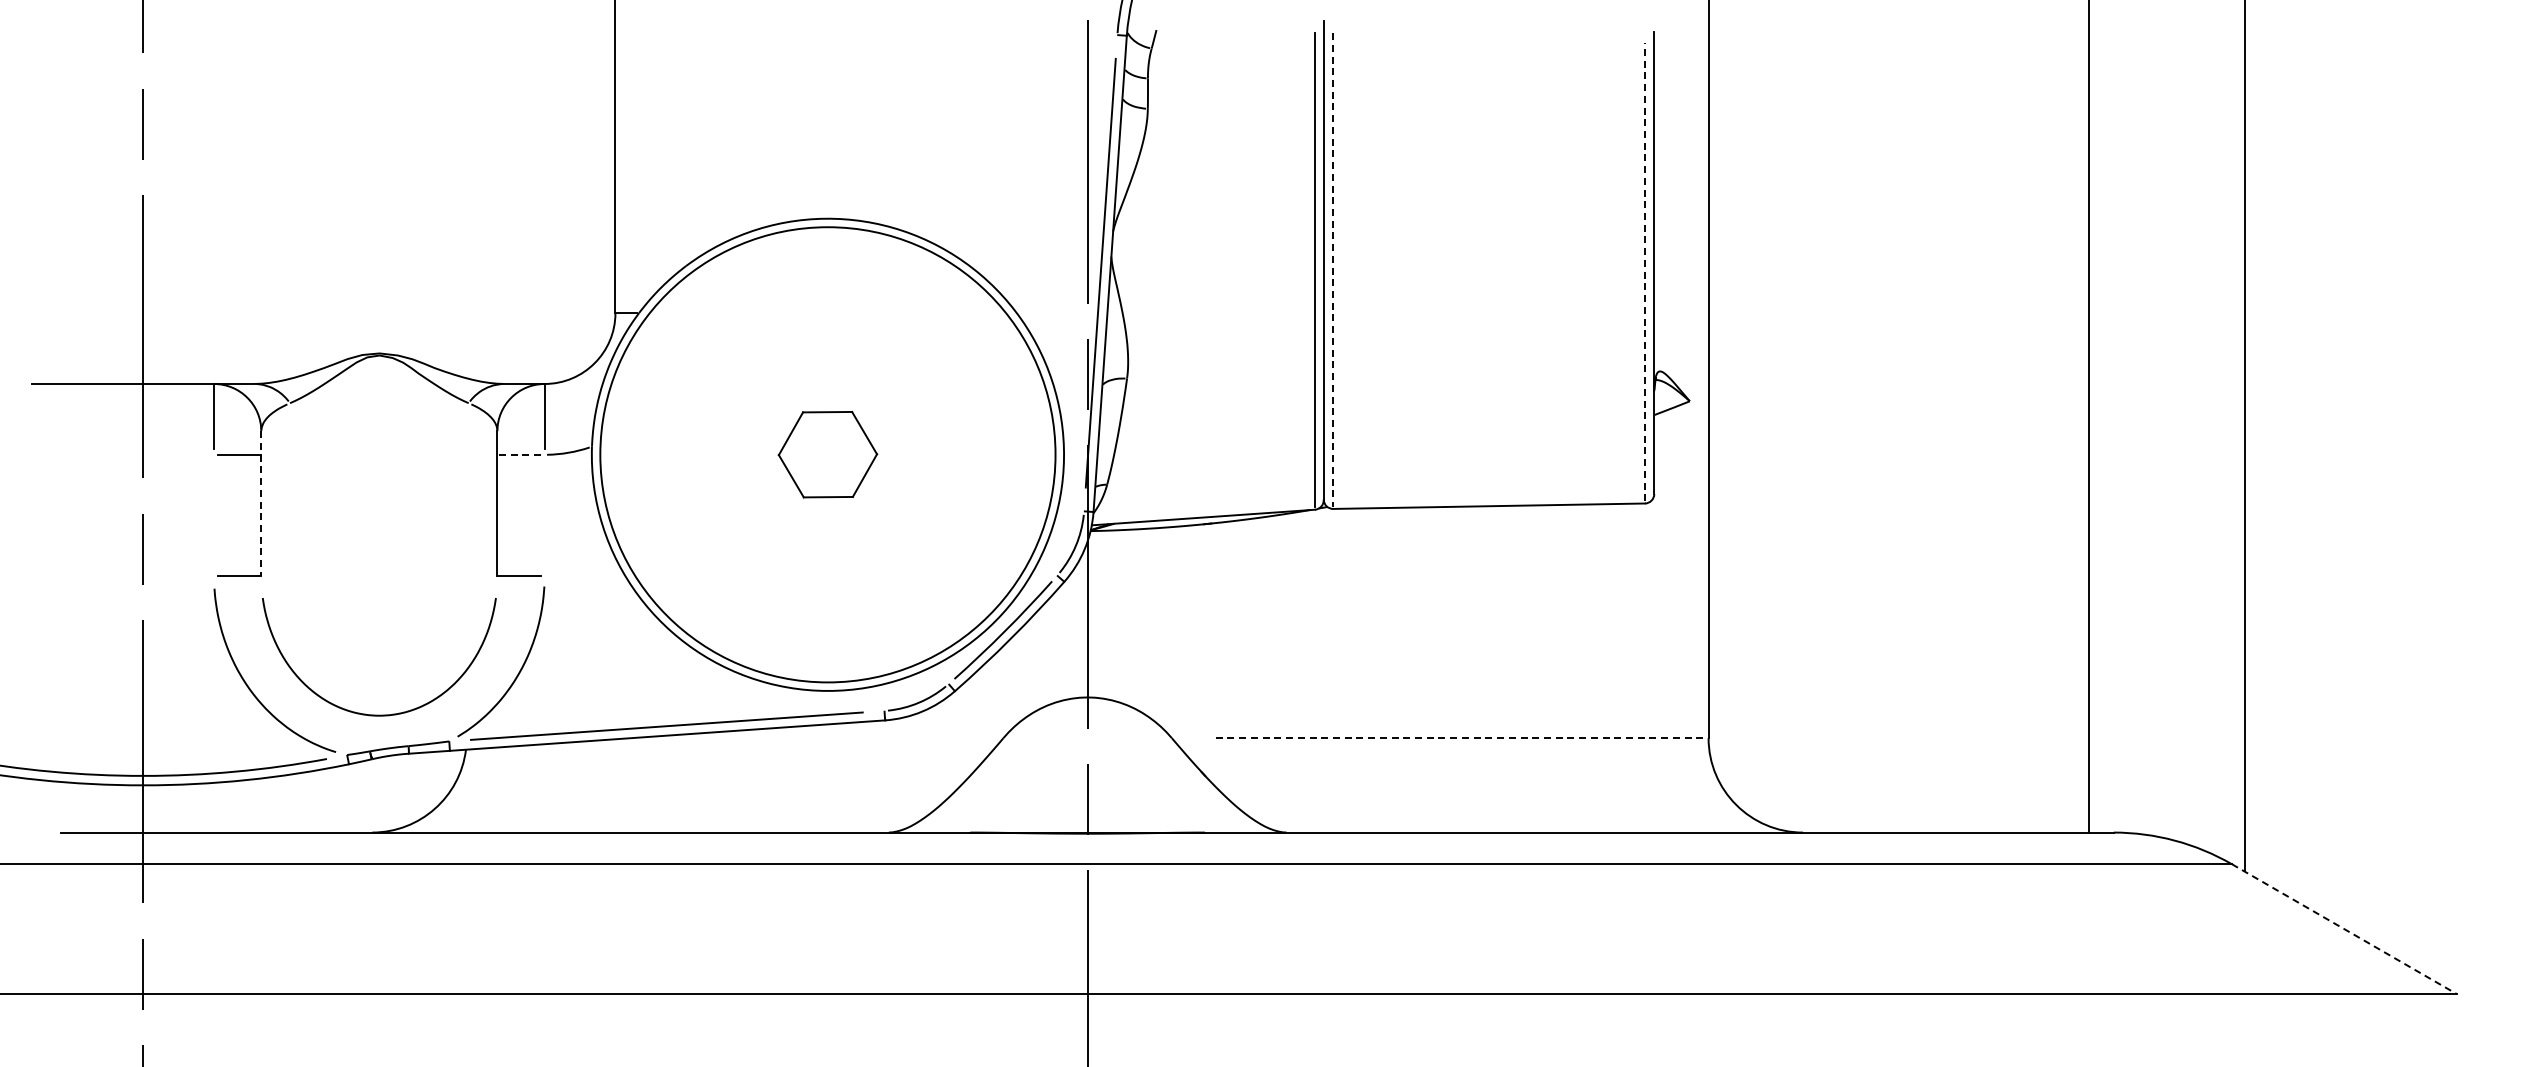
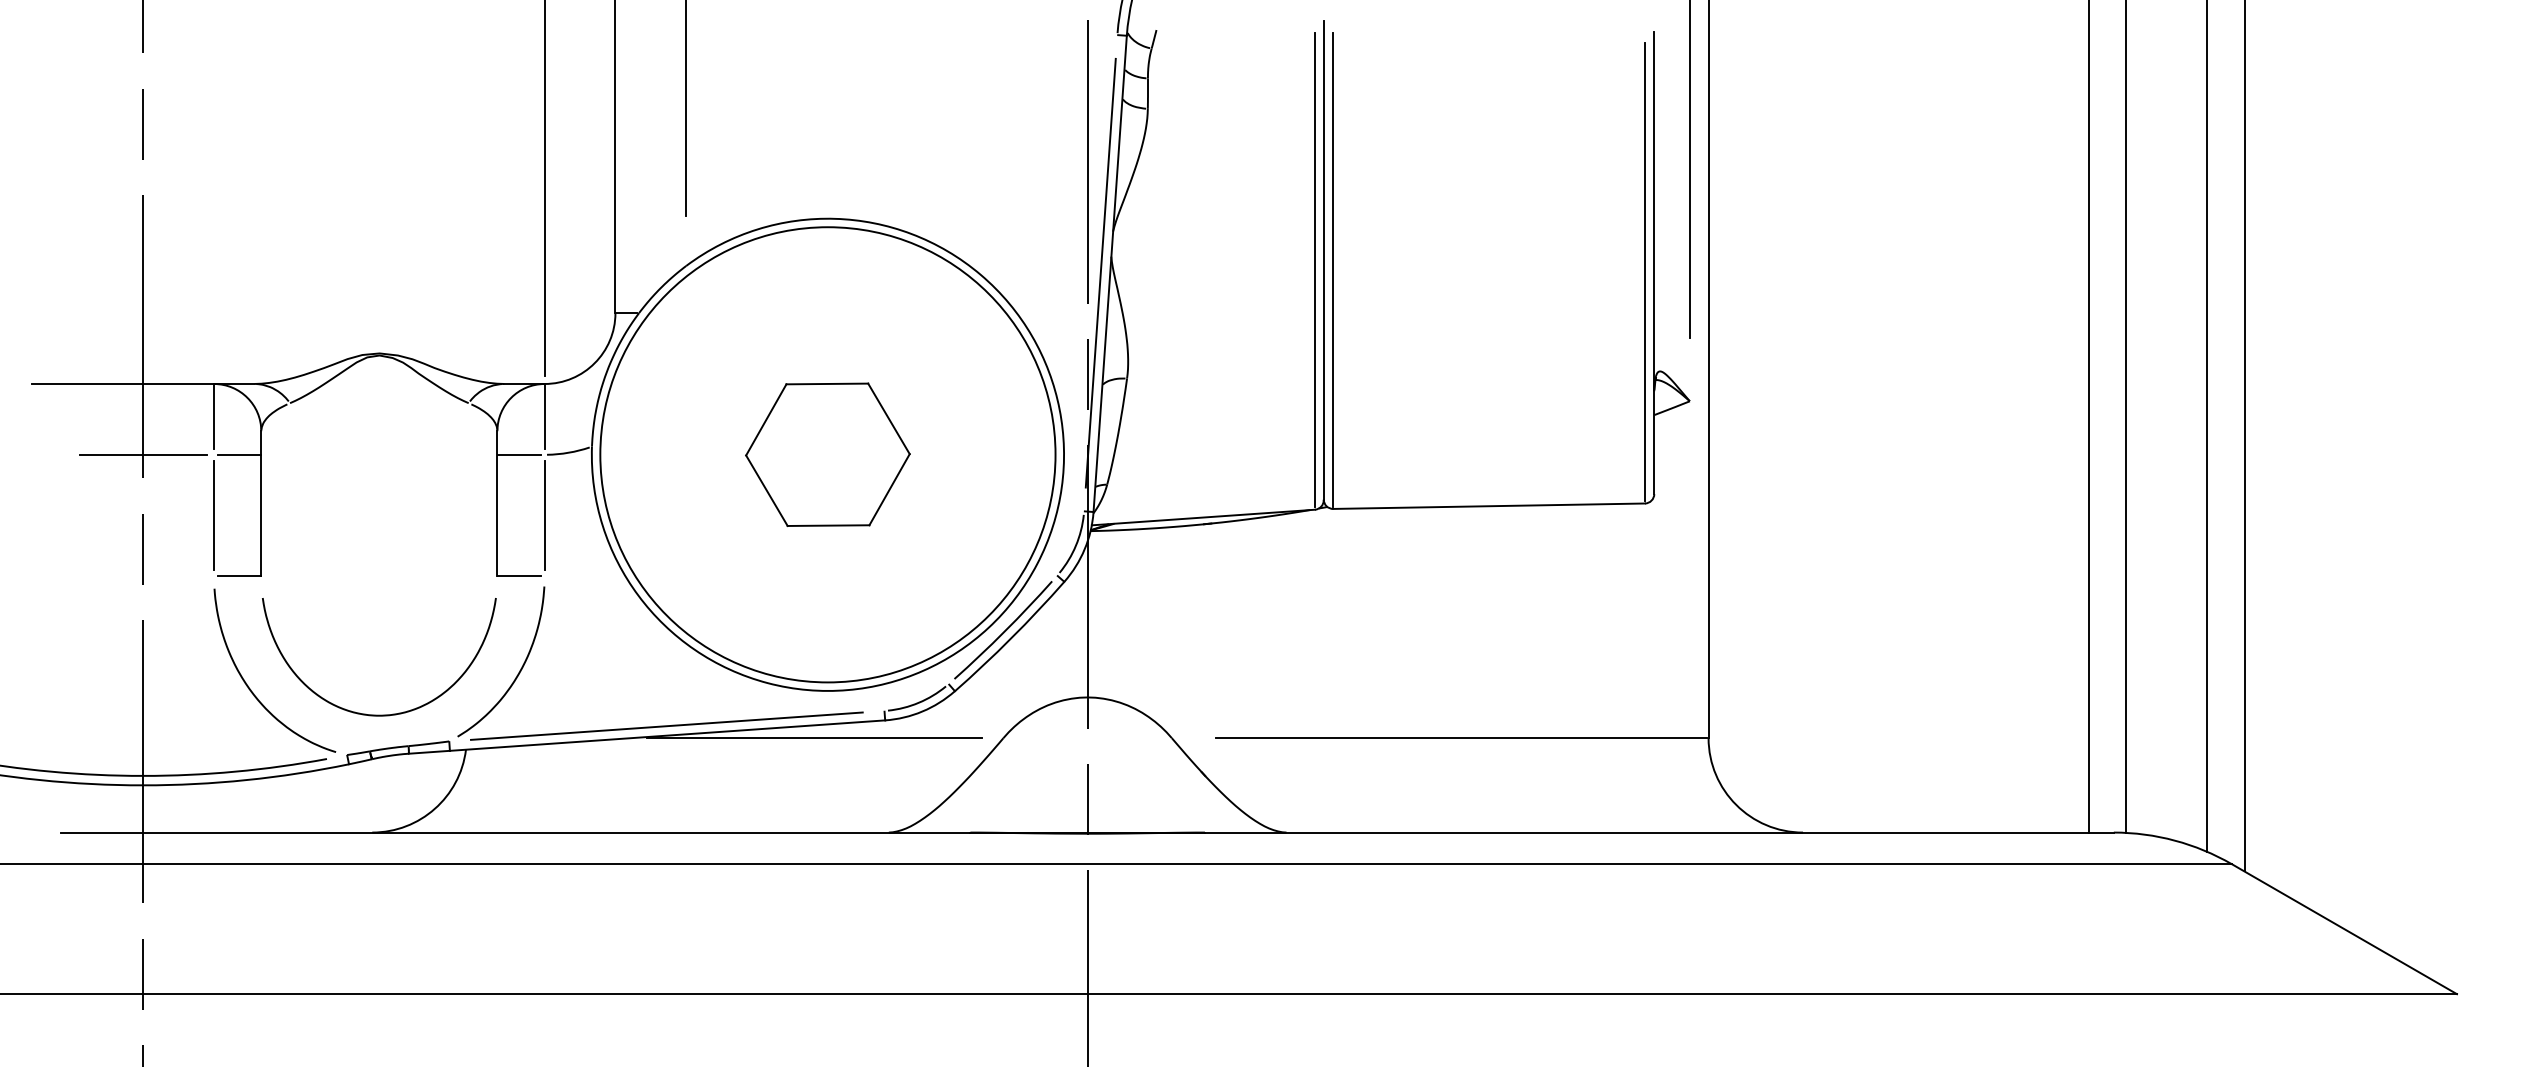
line at (686, 109): none -> present
line at (1689, 170): none -> present
line at (544, 189): none -> present
line at (1333, 269): dashed -> solid
line at (1645, 271): dashed -> solid
line at (2126, 417): none -> present
line at (2206, 426): none -> present
line at (143, 454): none -> present
line at (519, 454): dashed -> solid
part at (827, 454) size: 102x89 px -> 166x145 px
line at (261, 504): dashed -> solid
line at (214, 515): none -> present
line at (544, 515): none -> present
line at (814, 738): none -> present
line at (1461, 738): dashed -> solid
line at (2344, 929): dashed -> solid
